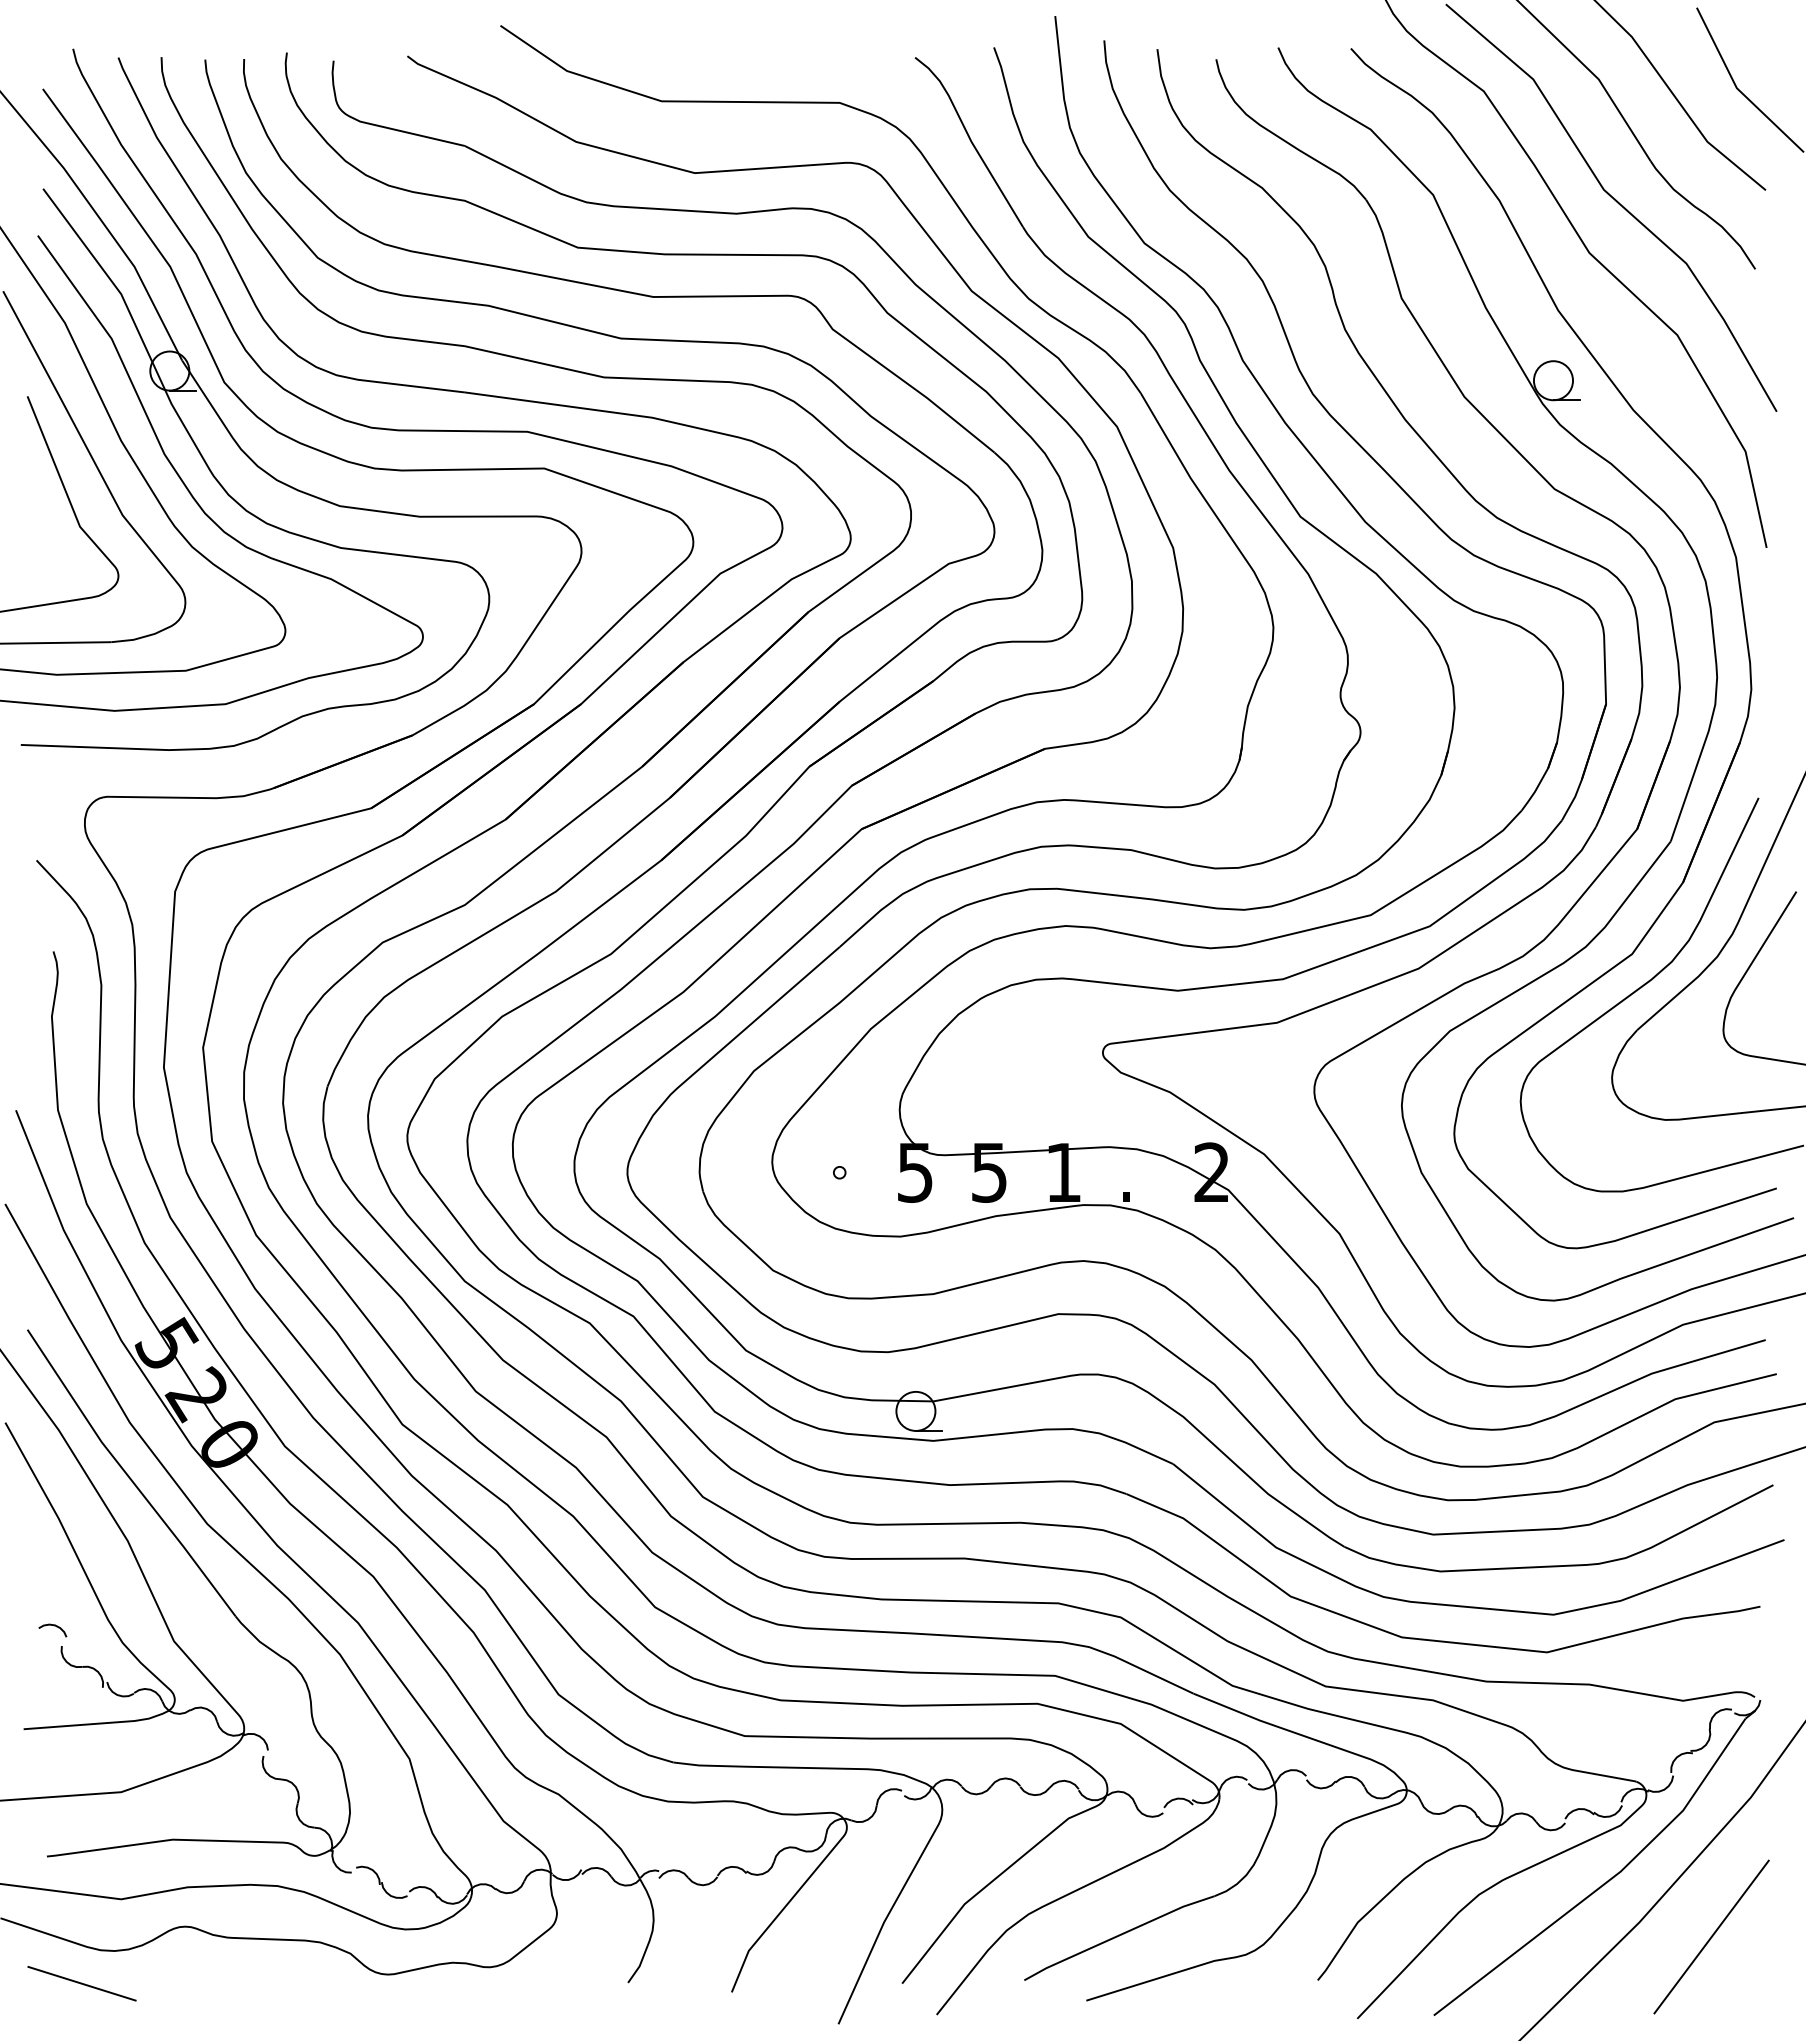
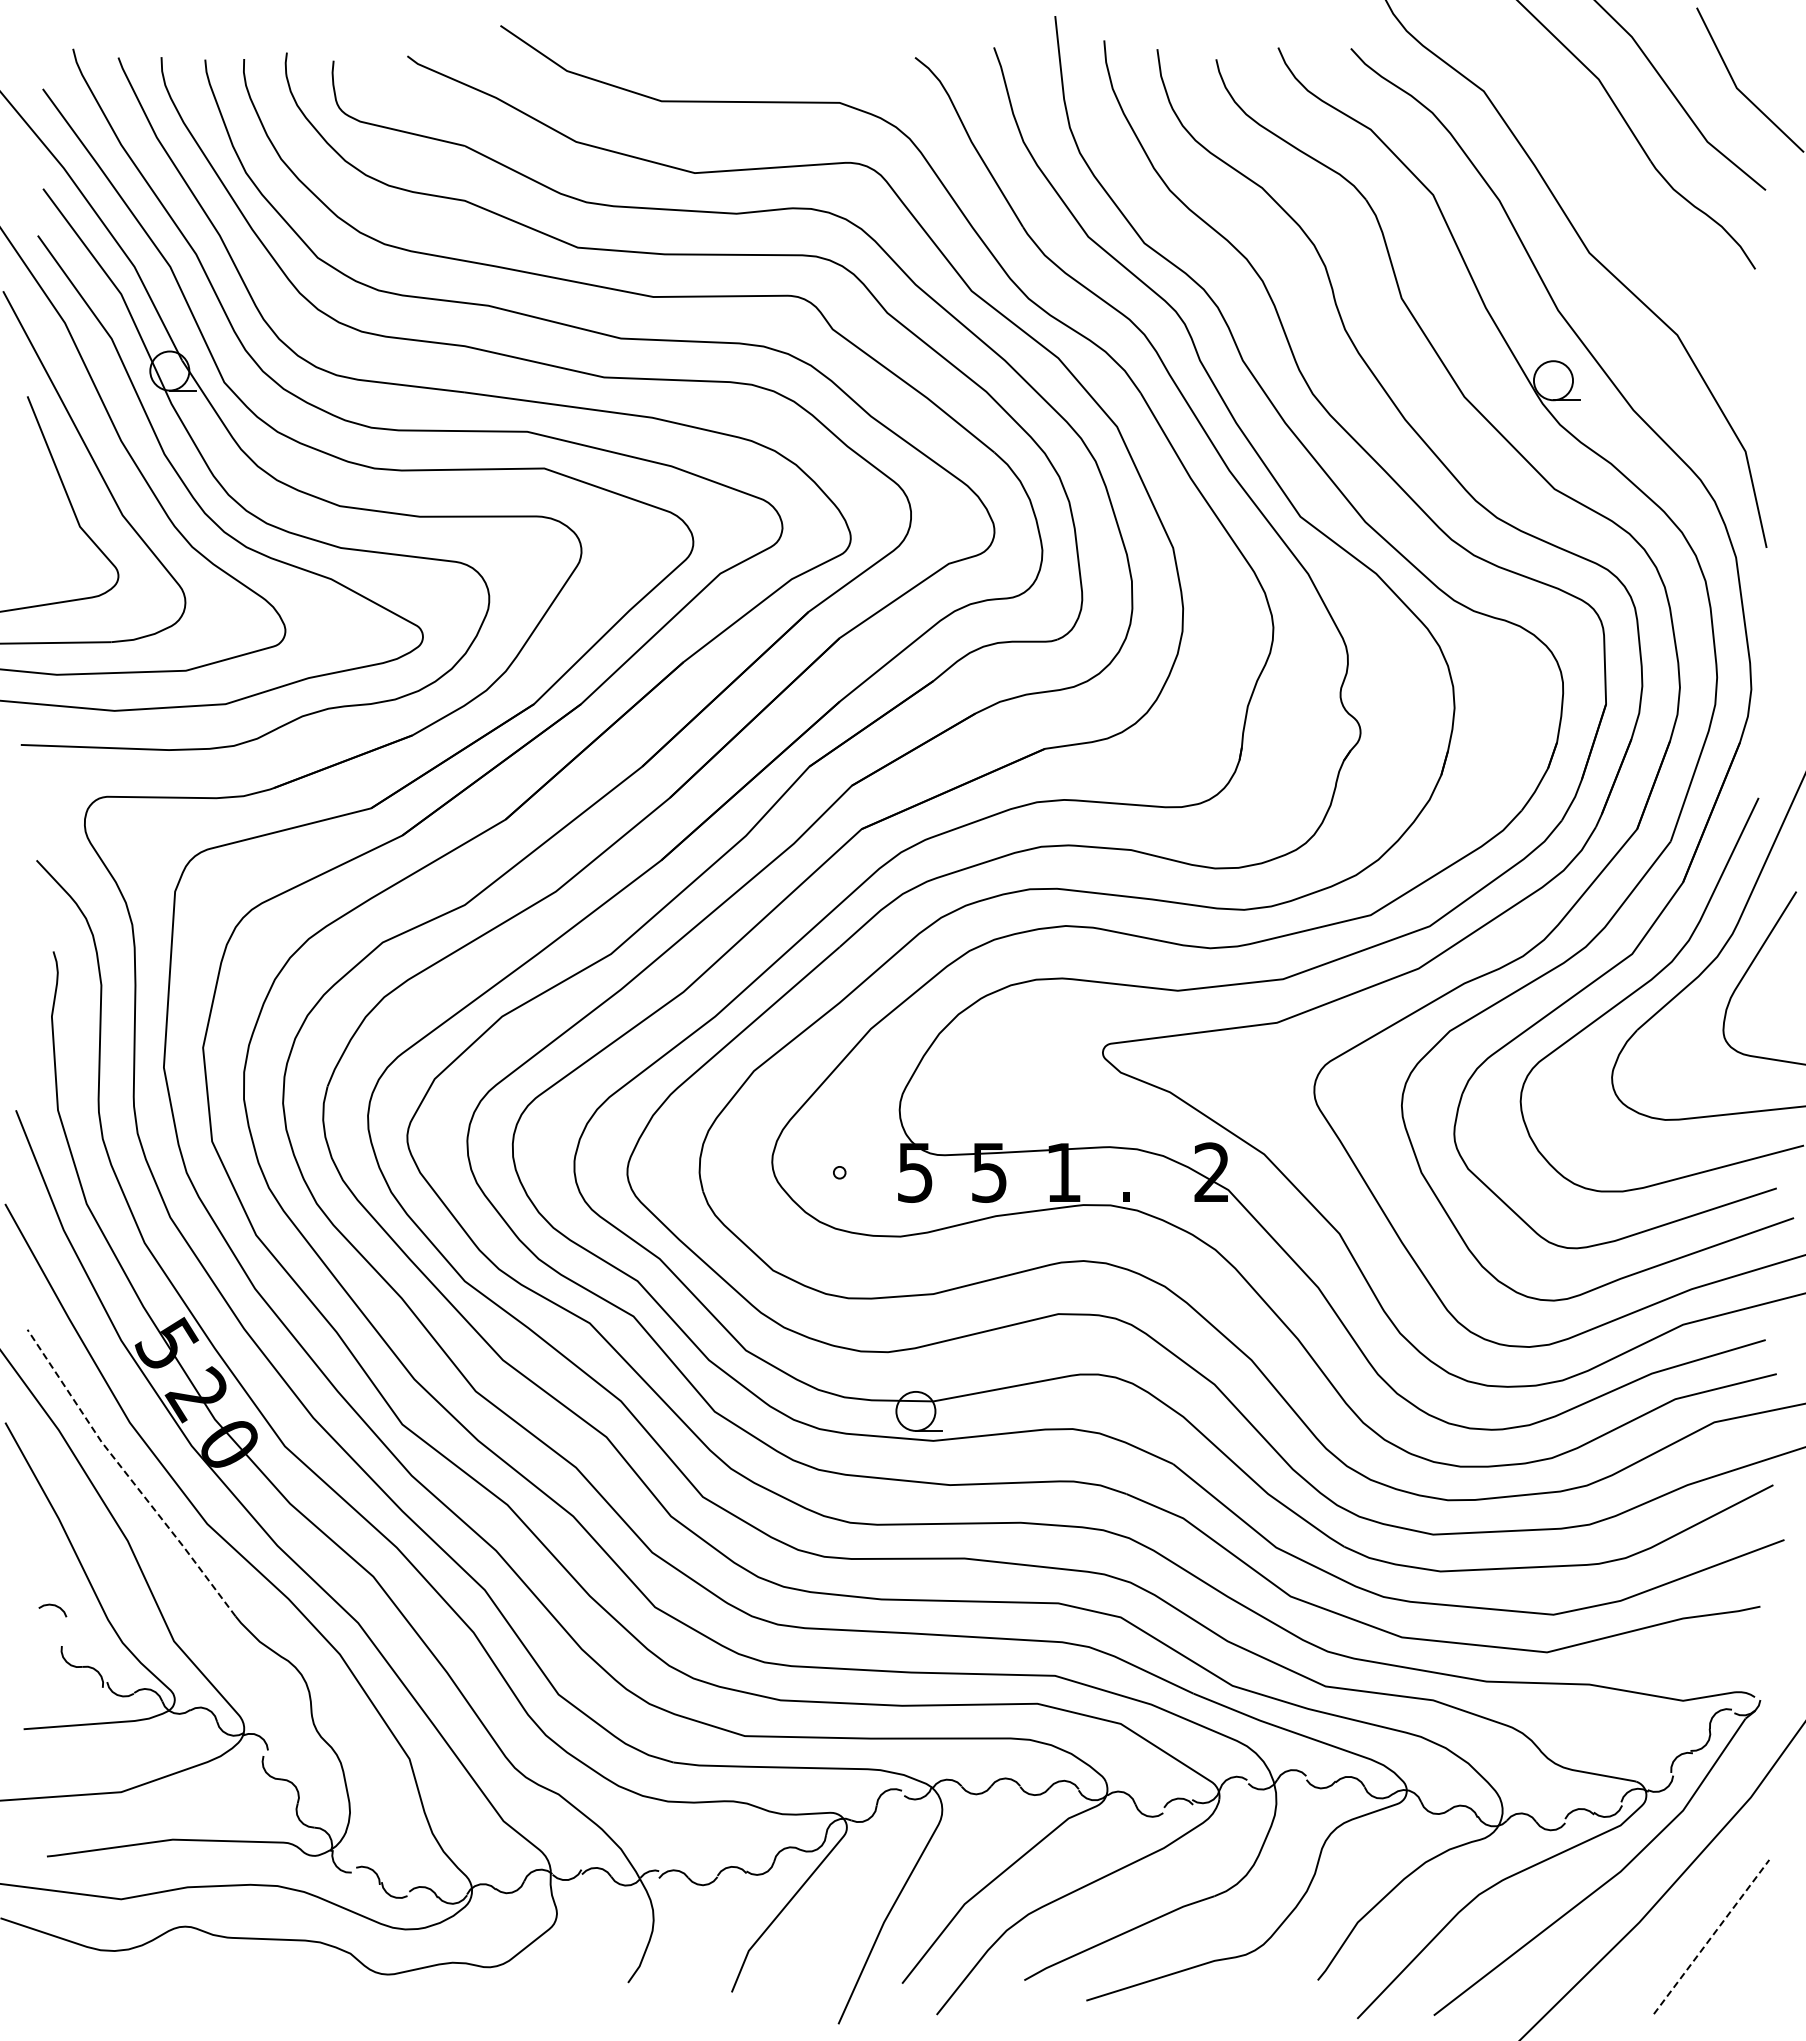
curve at (1616, 202): present -> none
line at (128, 1475): solid -> dashed
curve at (53, 1626) position: (53, 1626) -> (53, 1606)
line at (1711, 1936): solid -> dashed
line at (81, 1983): present -> none
